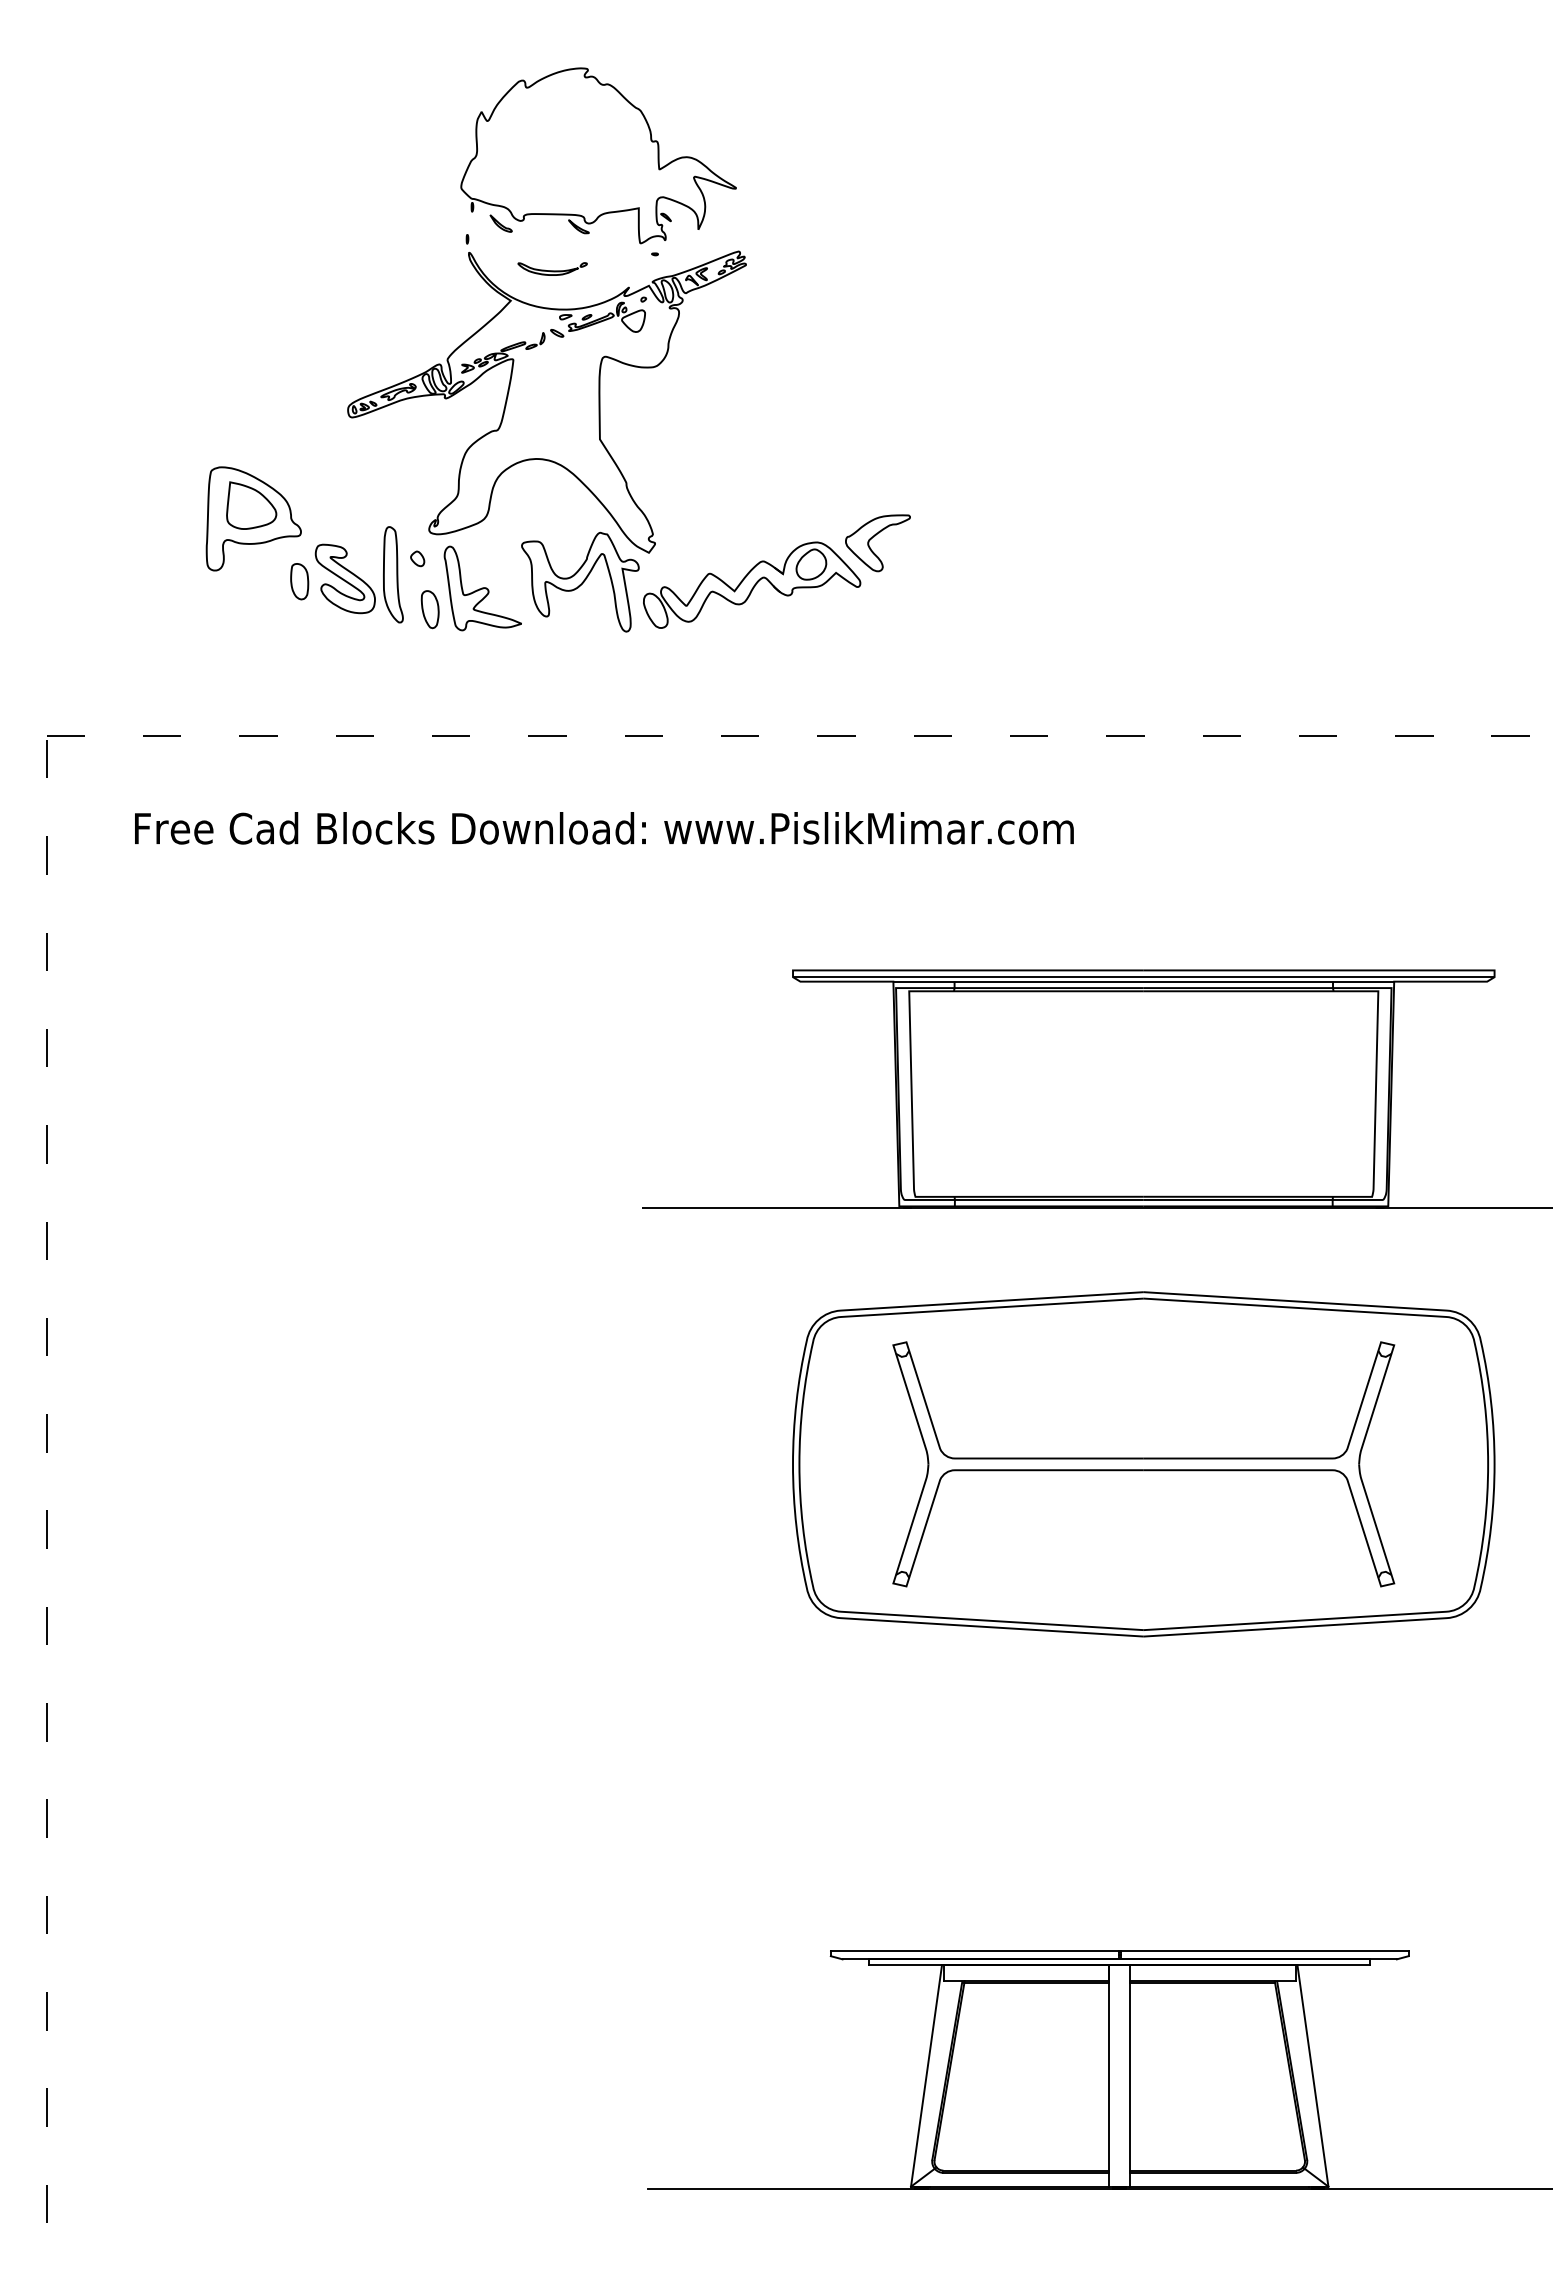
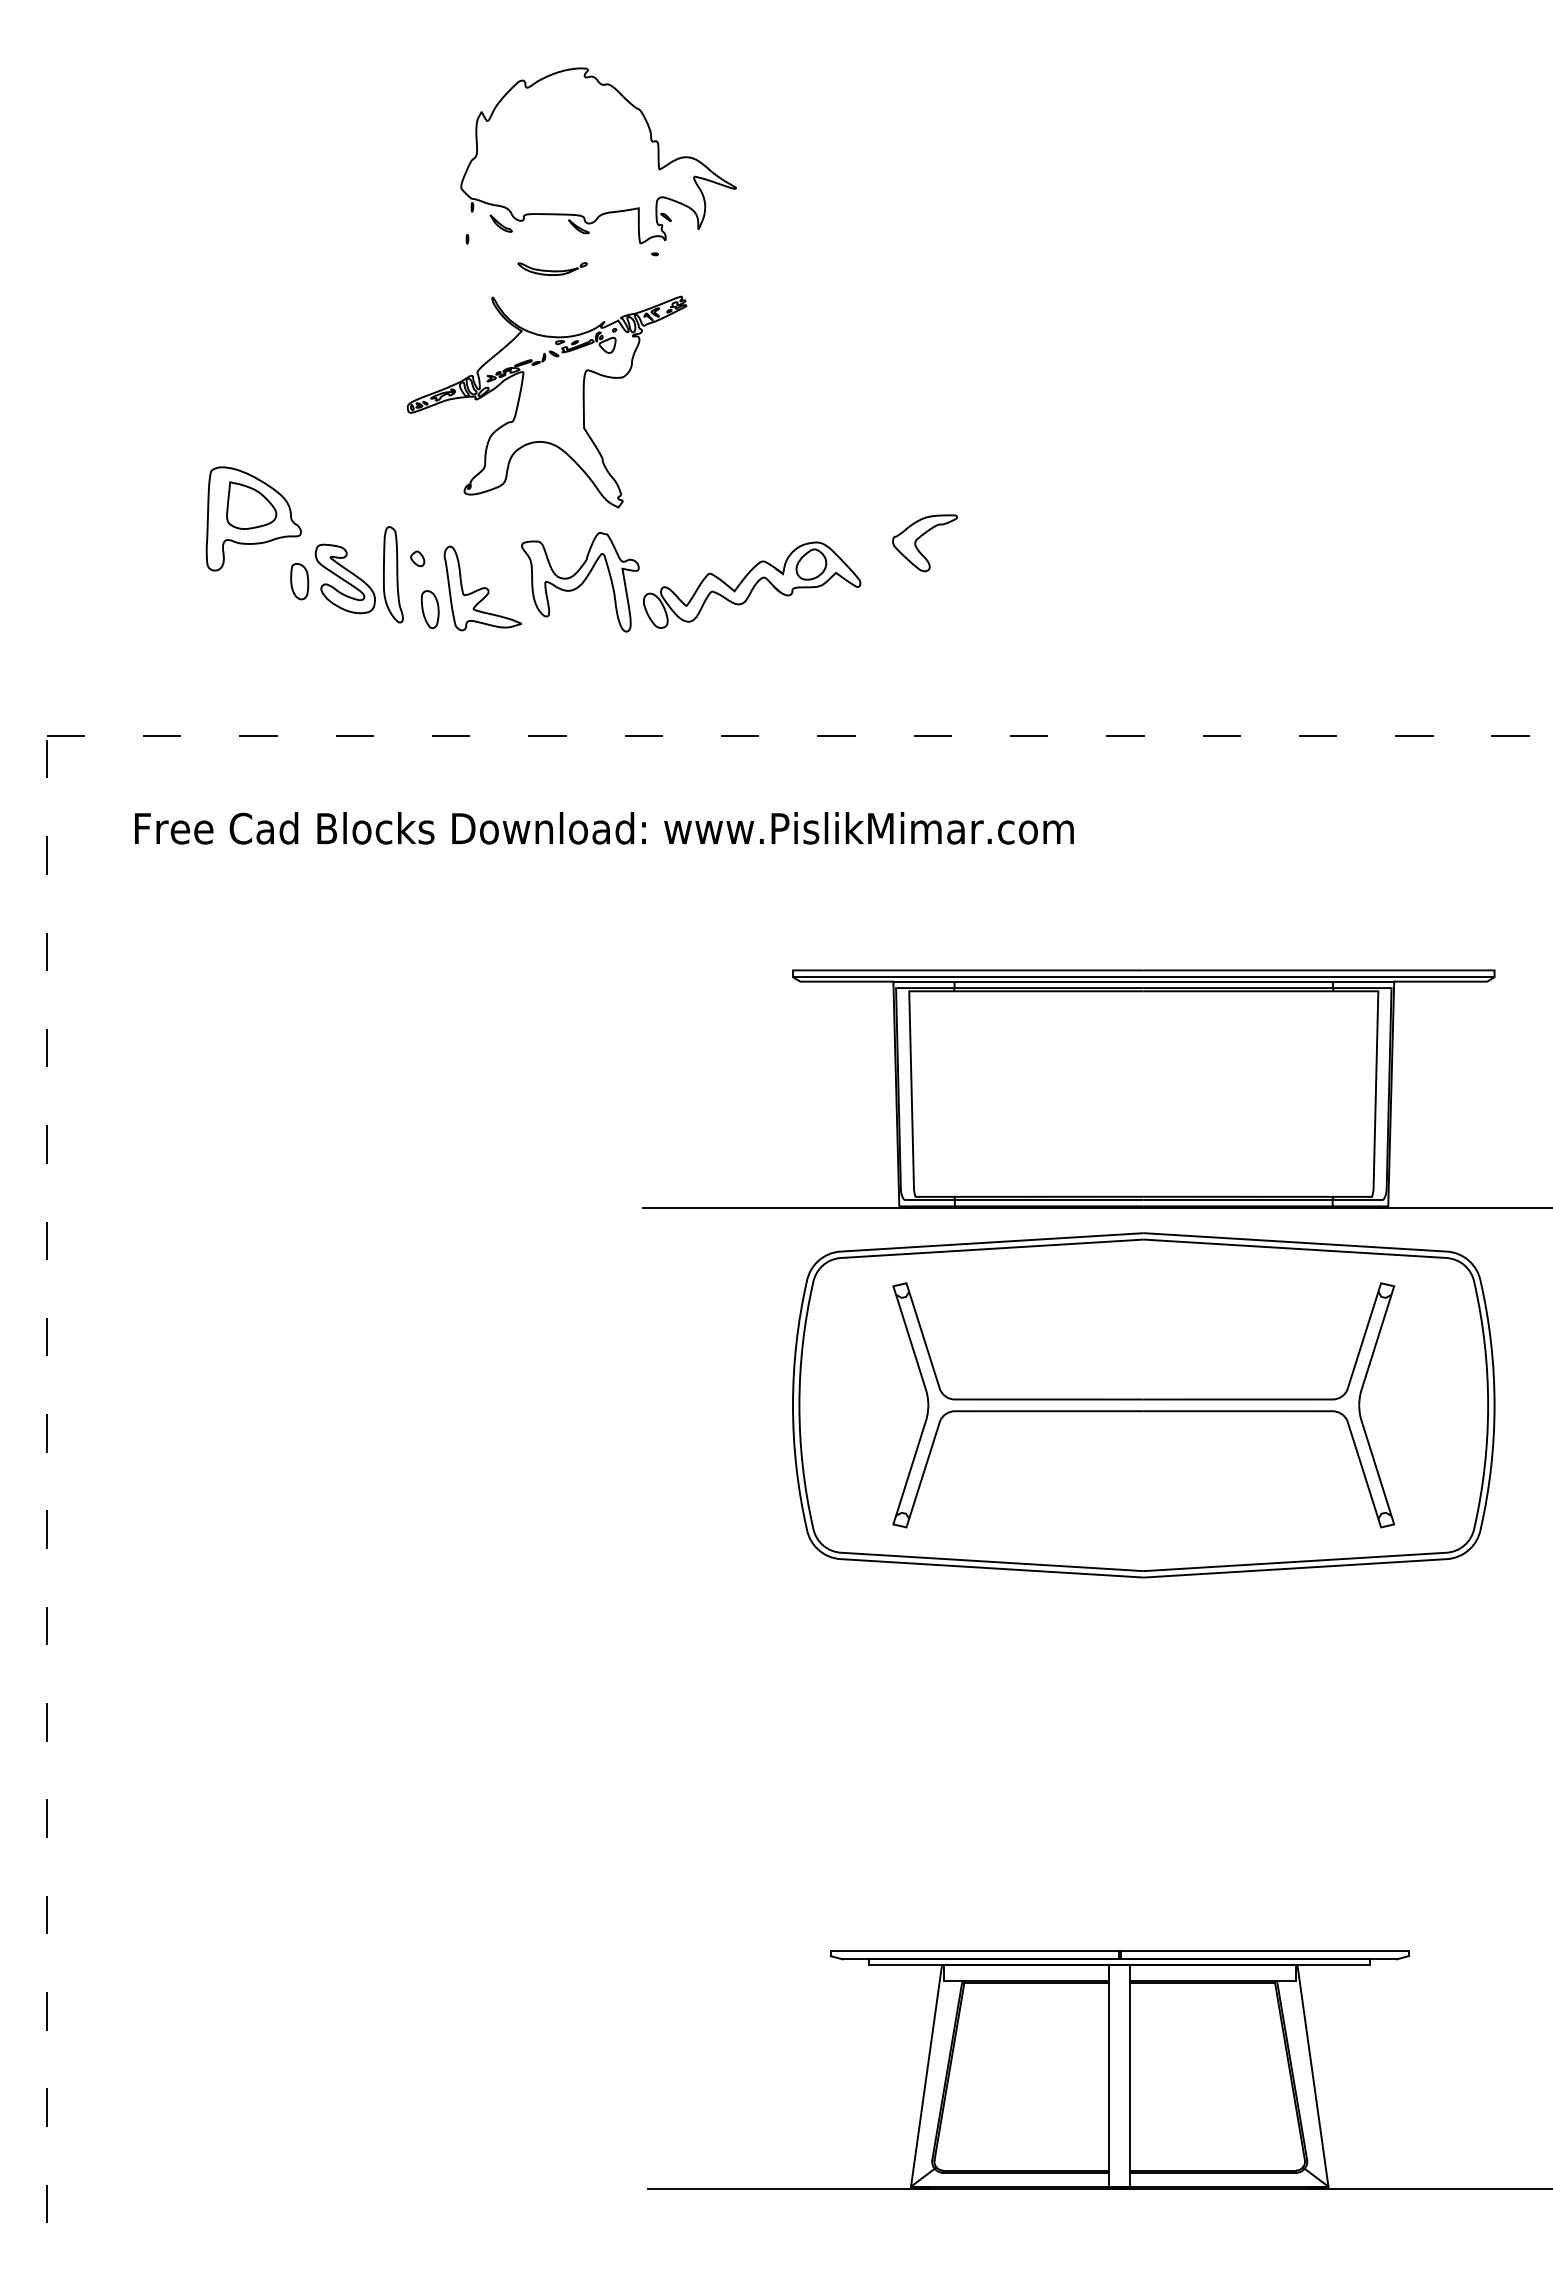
part at (546, 401) size: 400x304 px -> 282x214 px
part at (872, 538) position: (872, 538) -> (919, 538)
part at (1143, 1464) position: (1143, 1464) -> (1143, 1405)
